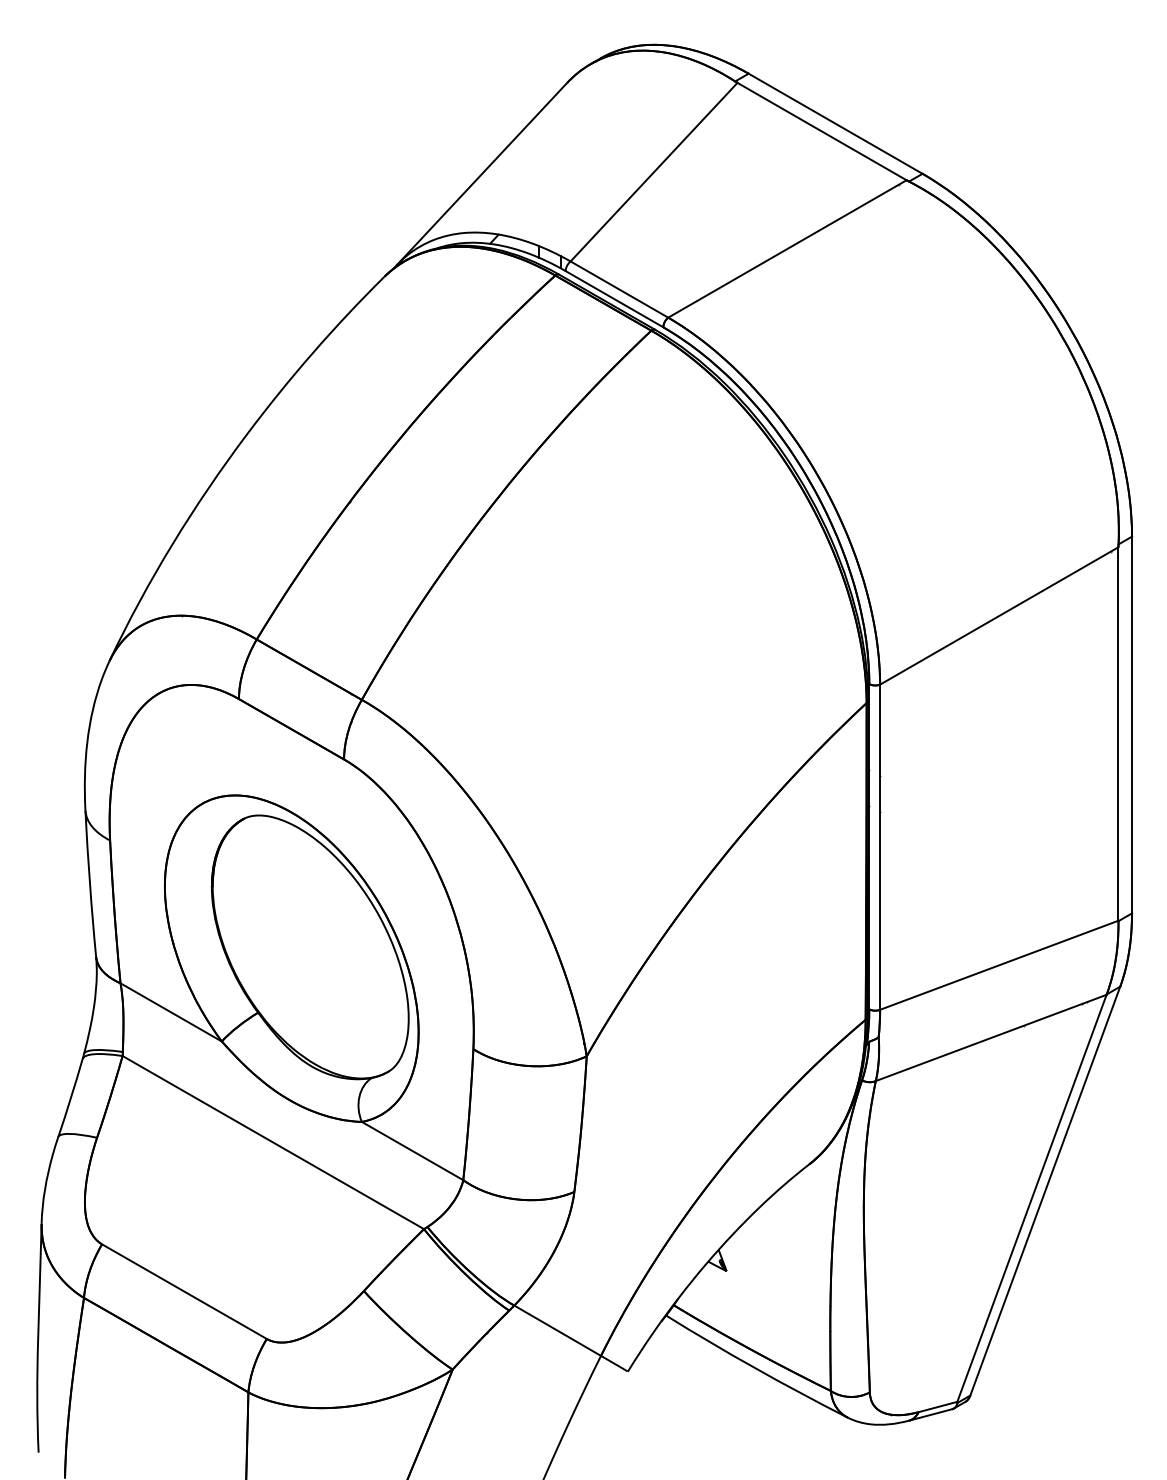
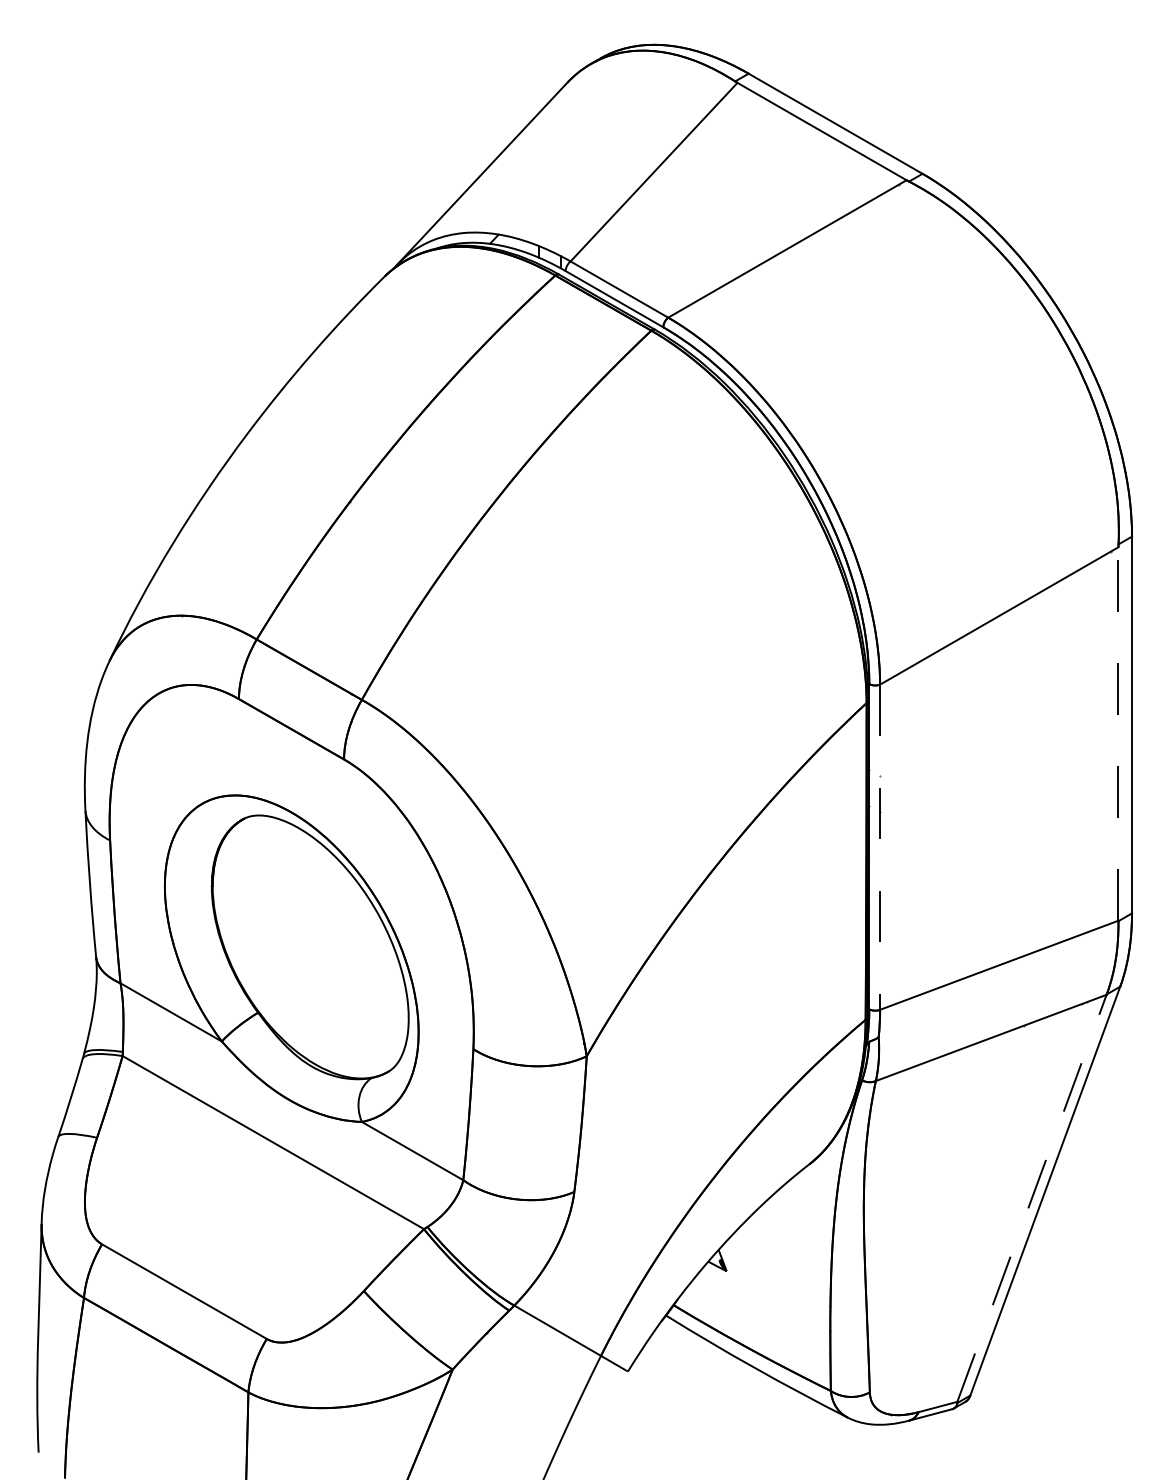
line at (1118, 734): solid -> dashed
line at (880, 847): solid -> dashed
line at (1031, 1198): solid -> dashed
